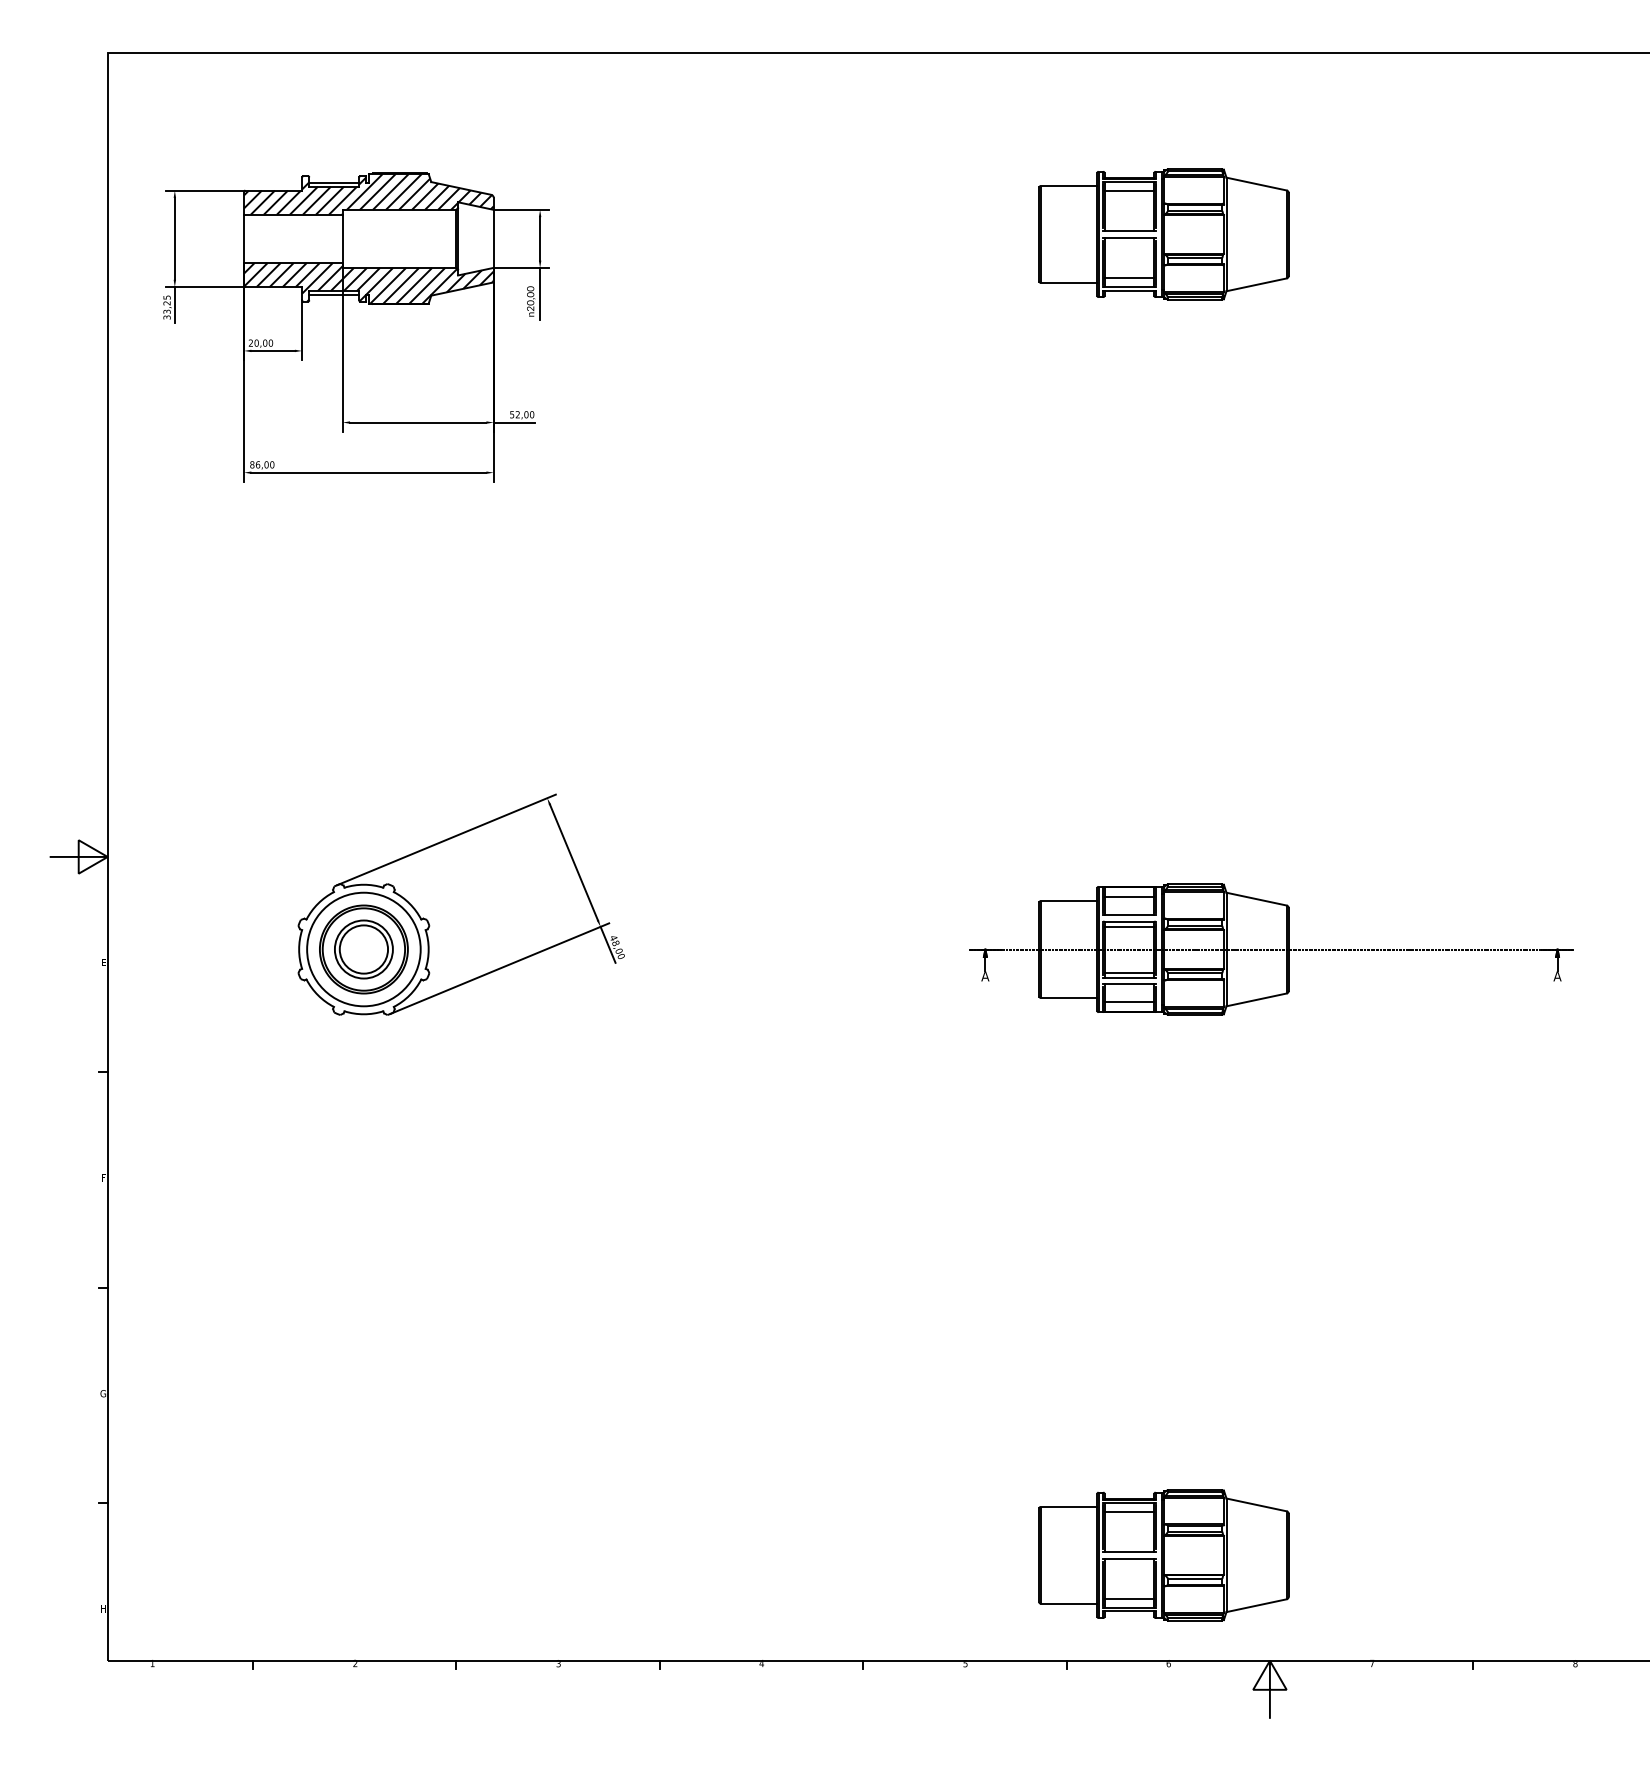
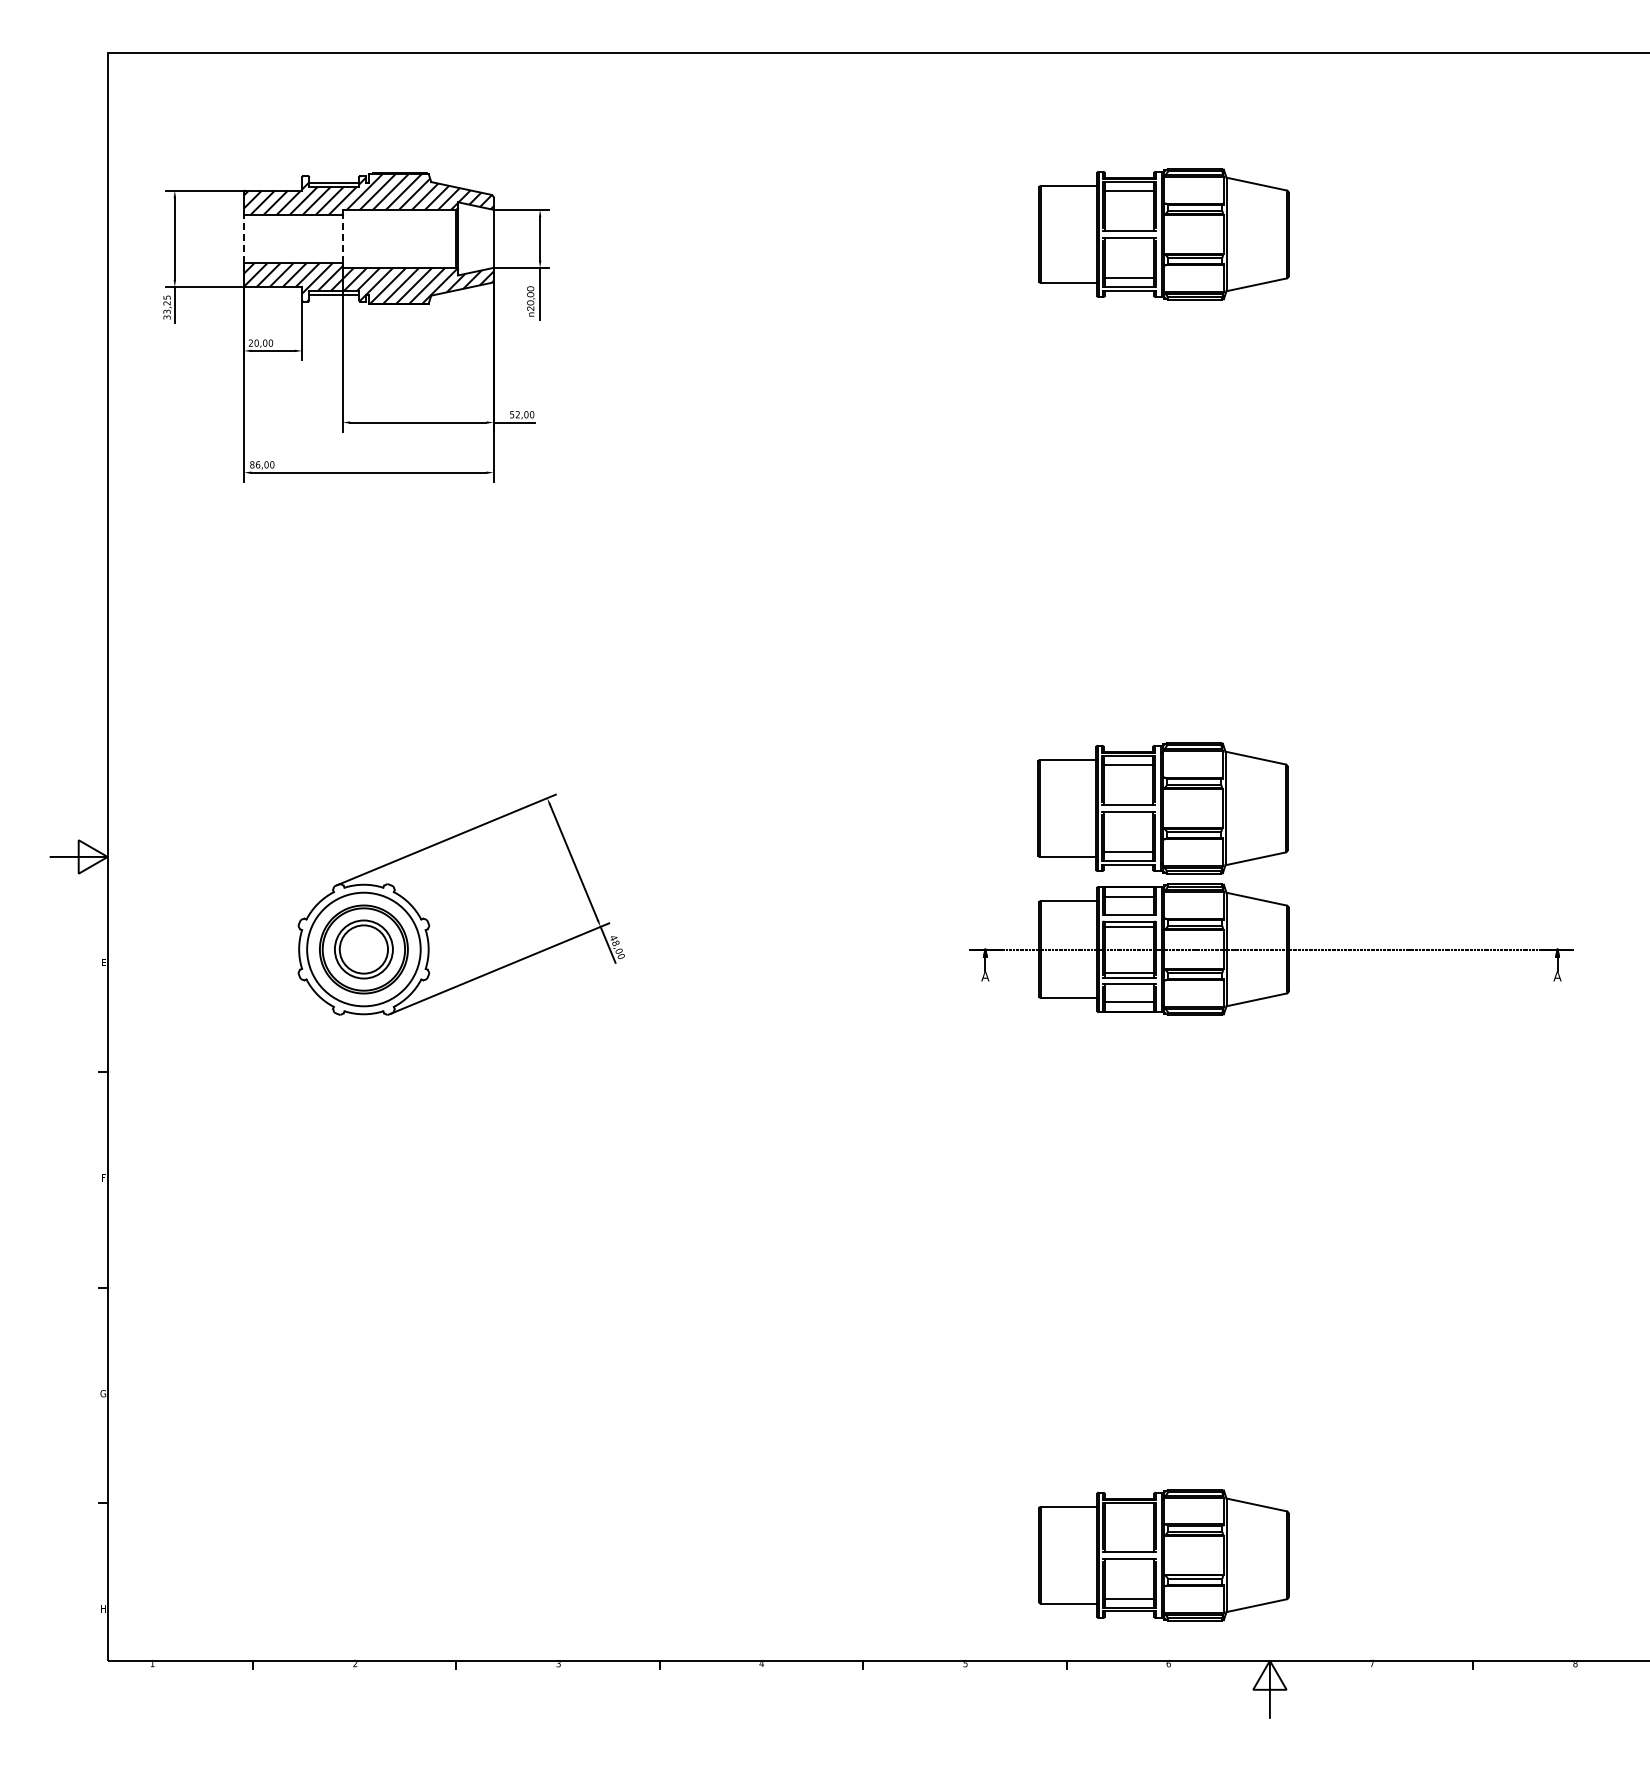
line at (244, 238): solid -> dashed
line at (342, 238): solid -> dashed
part at (1162, 808): none -> present
line at (1129, 1512): present -> none
